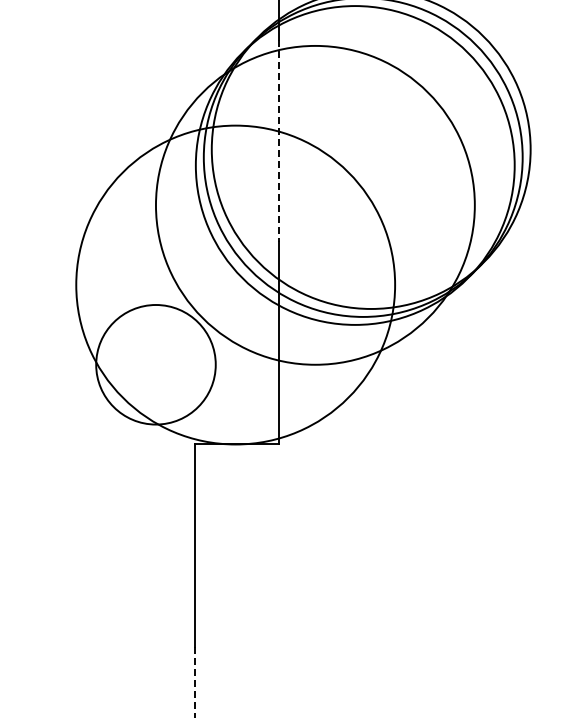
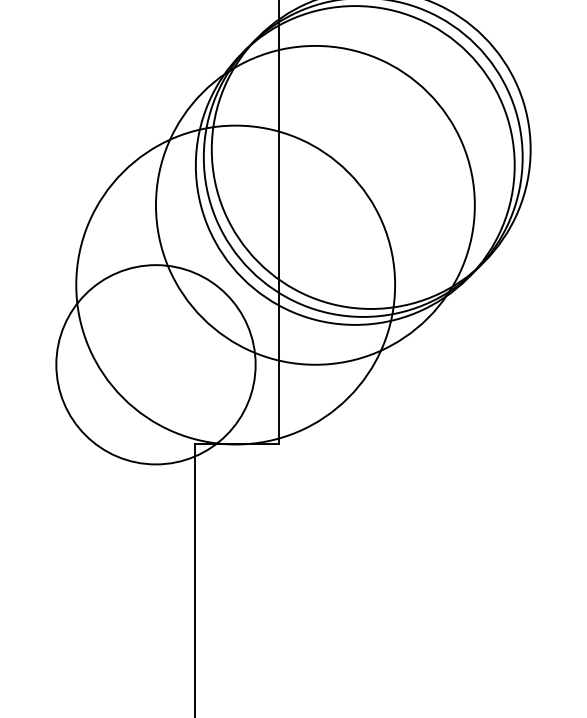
line at (278, 141): dashed -> solid
circle at (155, 364) diameter: 120 px -> 199 px
line at (194, 682): dashed -> solid
